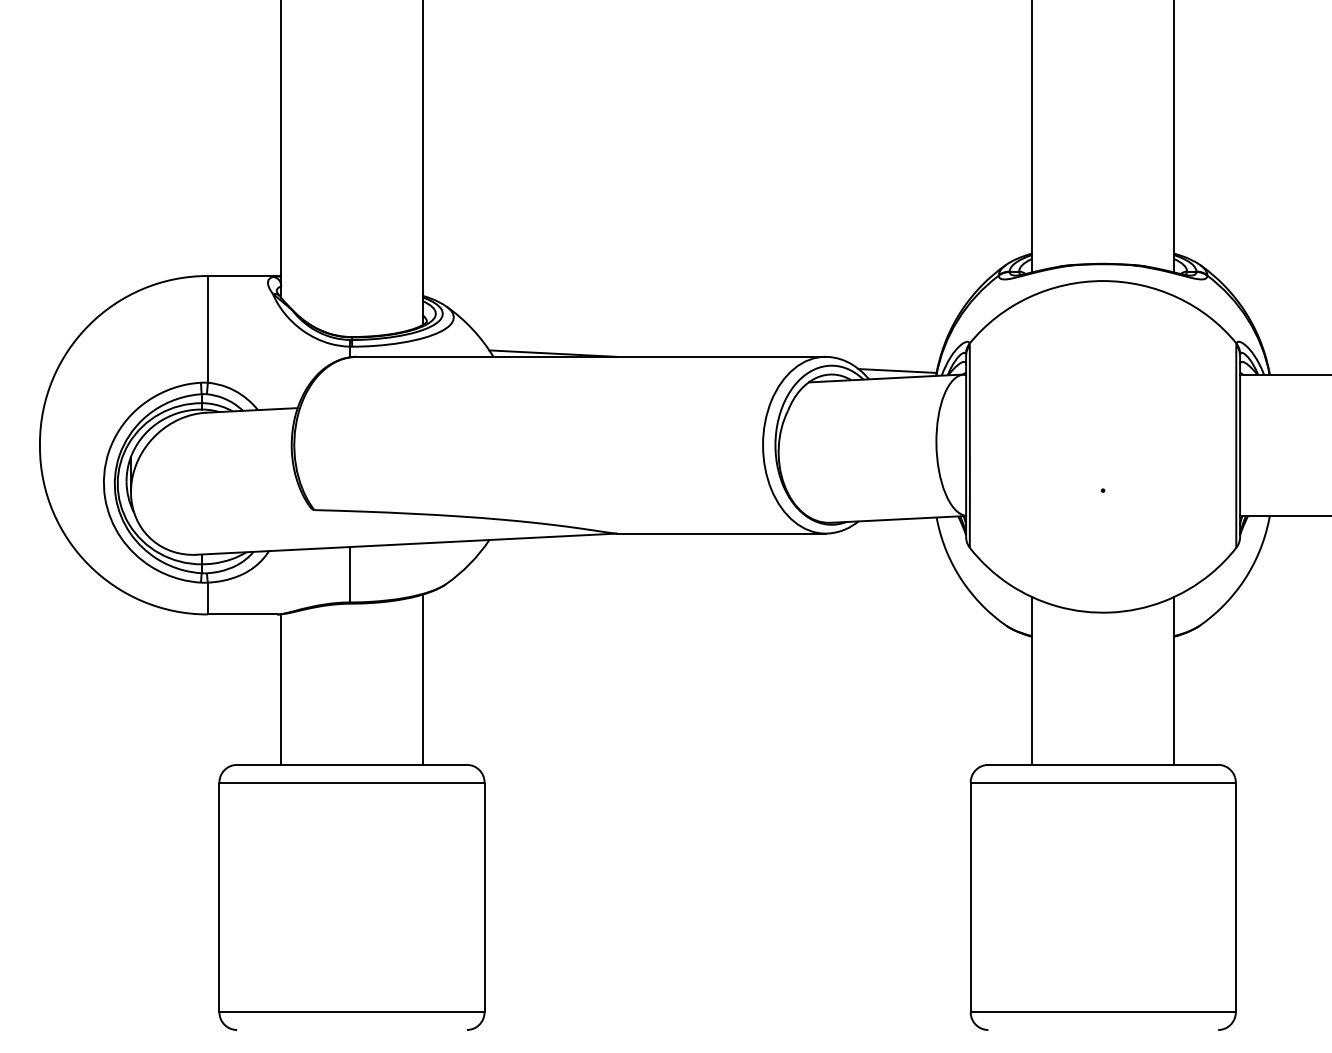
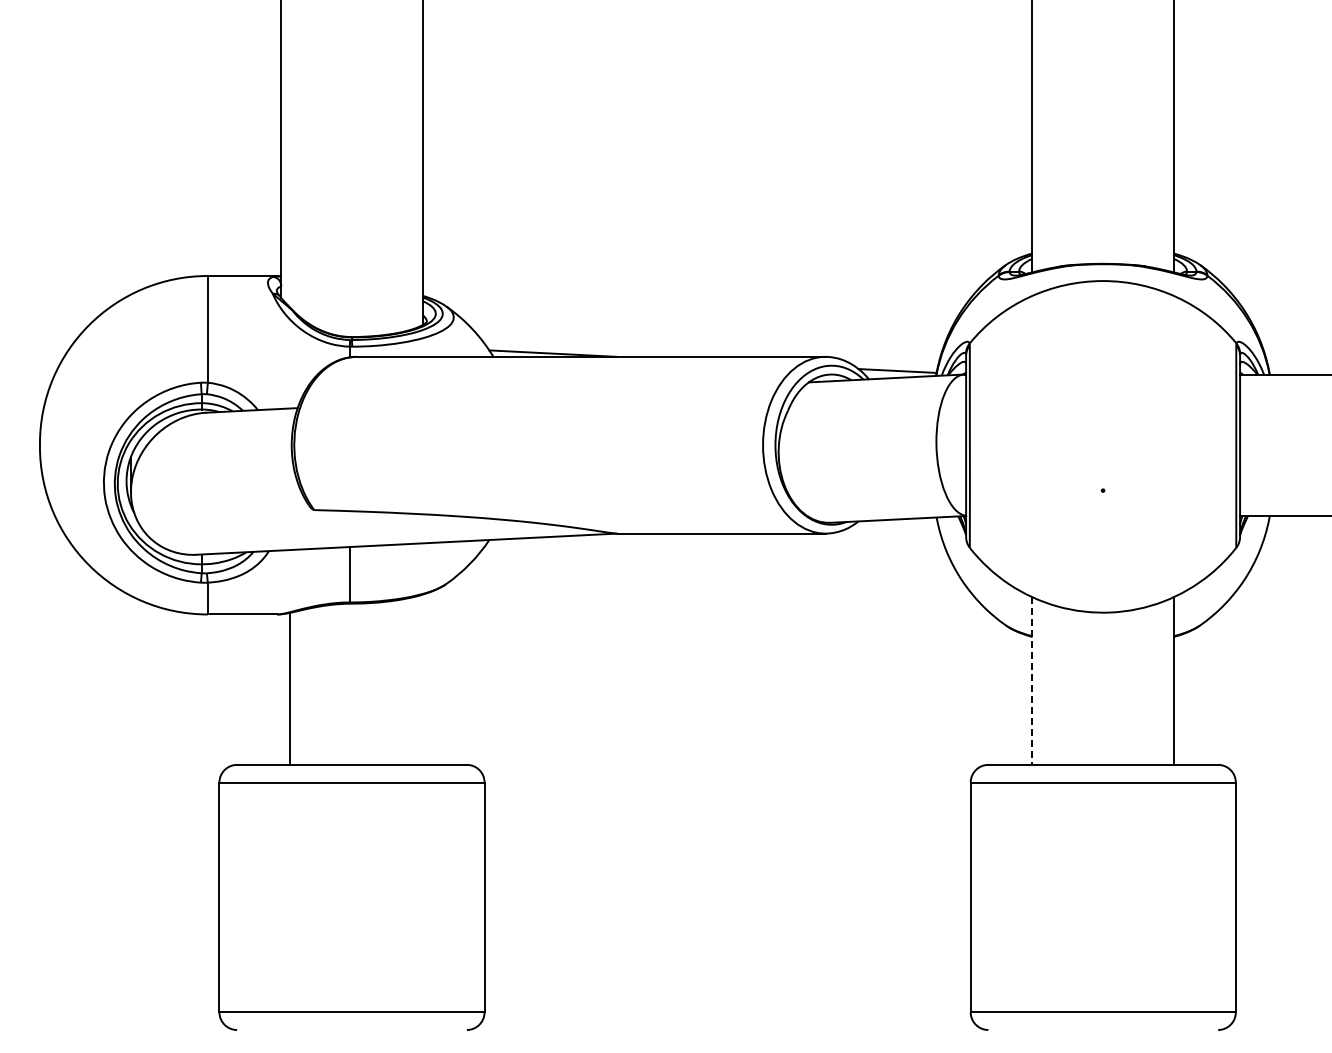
line at (422, 679): present -> none
line at (1032, 681): solid -> dashed
line at (281, 689) position: (281, 689) -> (290, 689)
